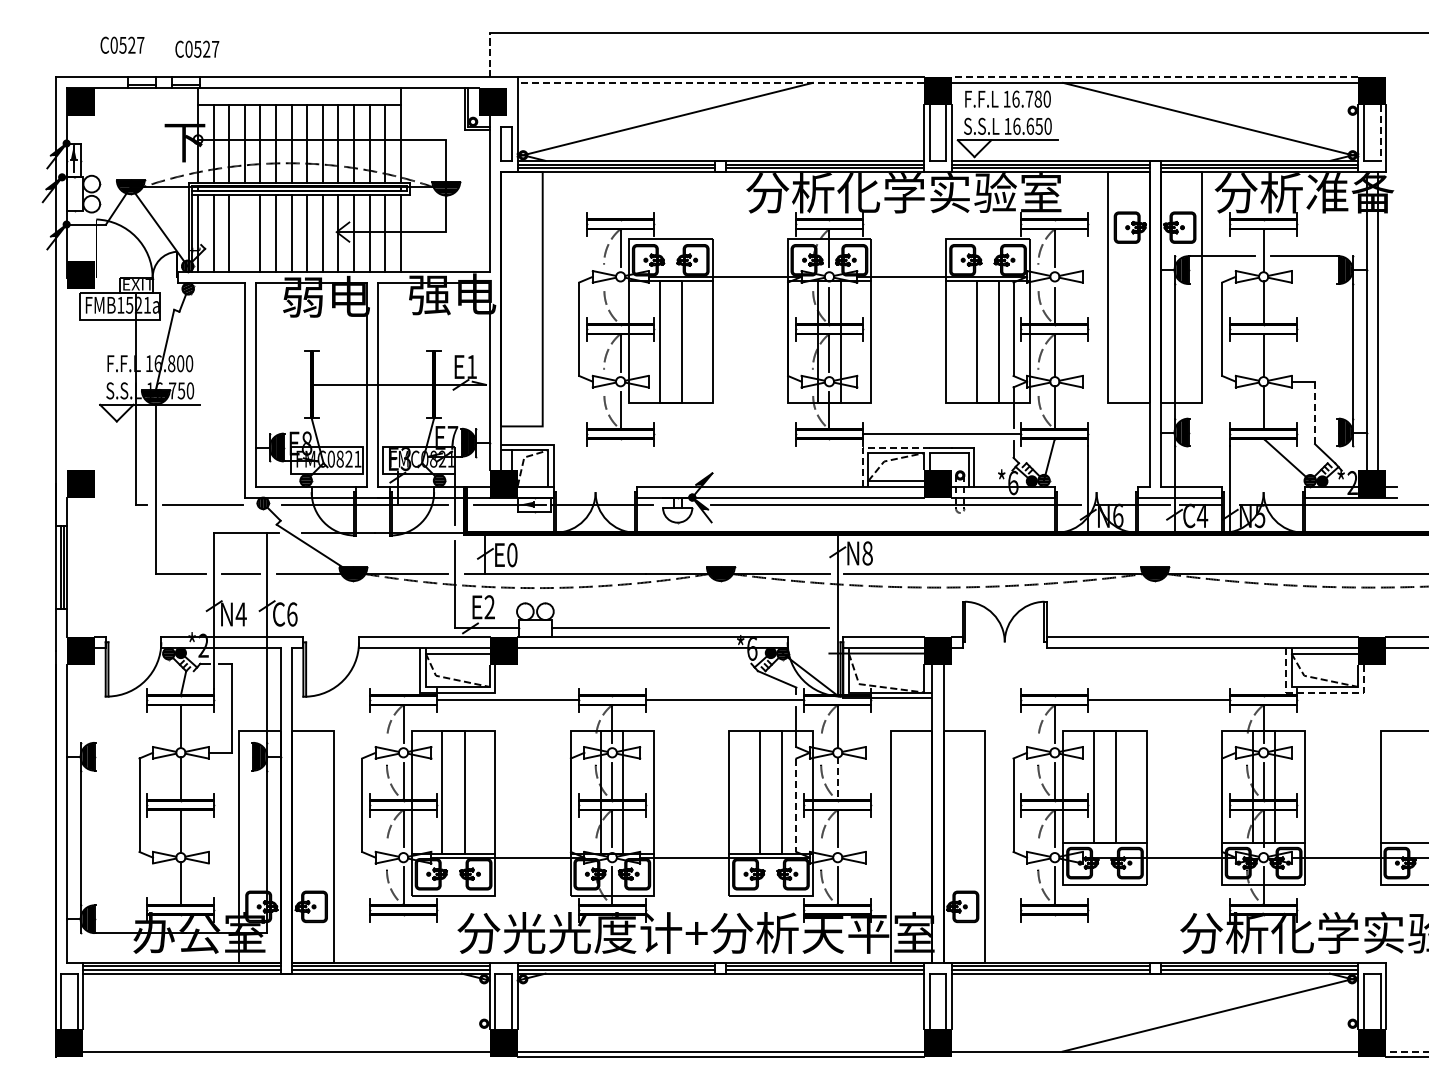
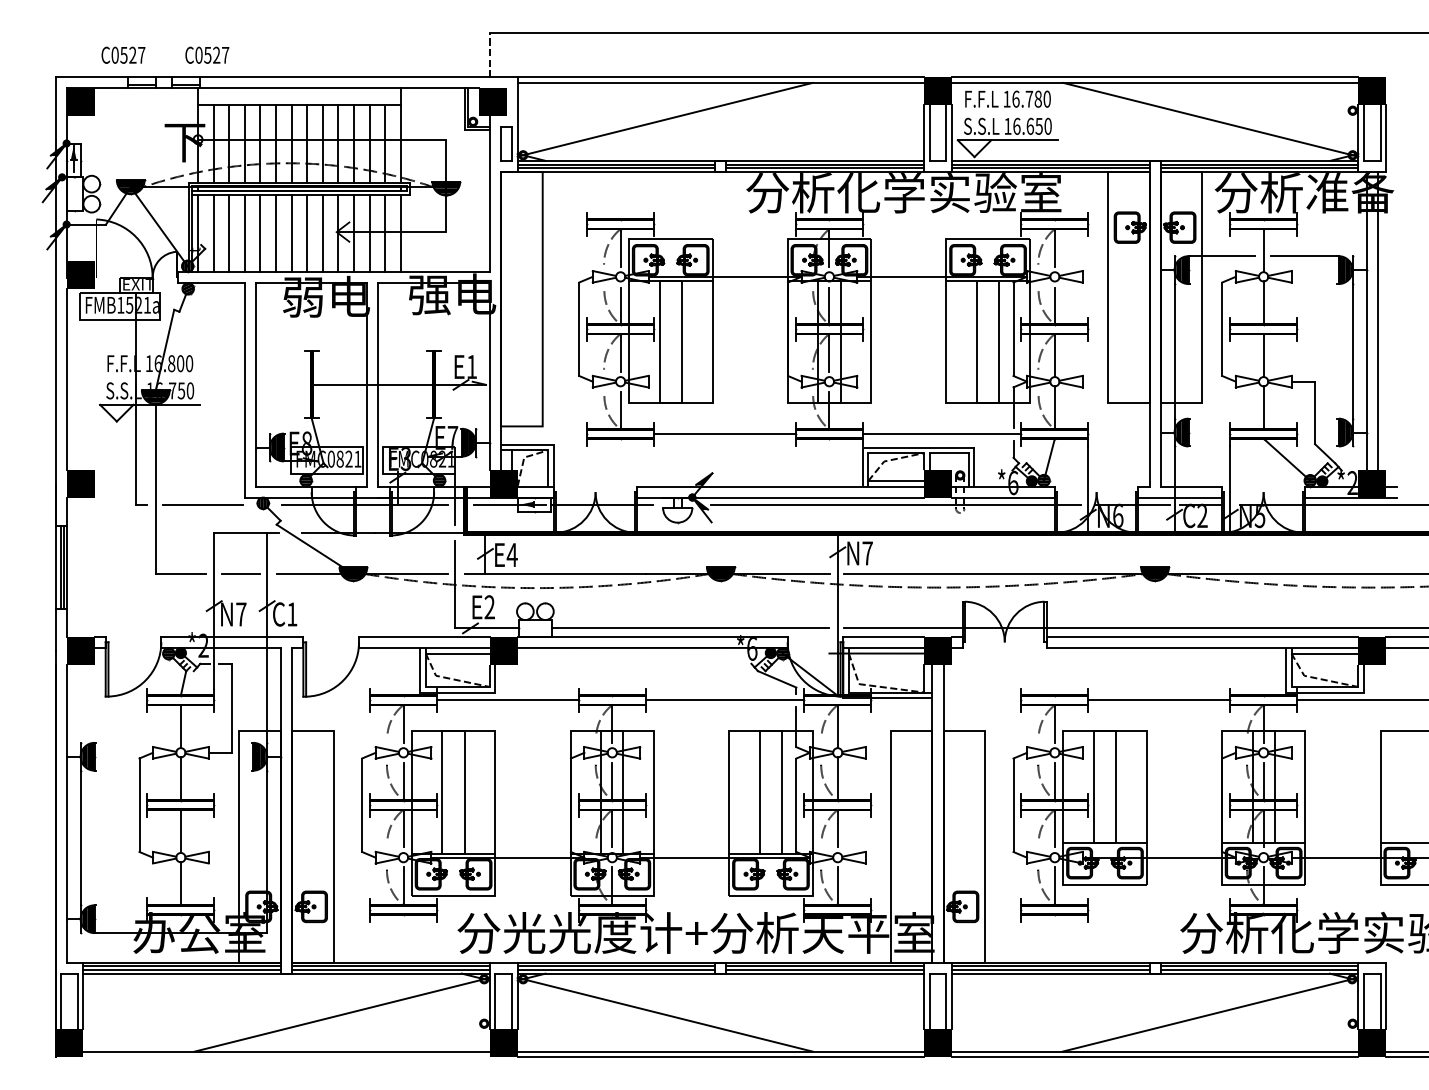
text at (122, 44) position: (122, 44) -> (123, 54)
text at (197, 48) position: (197, 48) -> (207, 54)
line at (1154, 77): dashed -> solid
line at (720, 82): dashed -> solid
line at (1380, 133): dashed -> solid
line at (244, 233): none -> present
line at (620, 305): none -> present
line at (66, 378): none -> present
line at (1315, 412): dashed -> solid
line at (725, 434): none -> present
line at (875, 447): dashed -> solid
text at (1202, 515): C4 -> C2
text at (867, 553): N8 -> N7
text at (511, 554): E0 -> E4
text at (240, 614): N4 -> N7
text at (292, 614): C6 -> C1
line at (1134, 628): none -> present
line at (1315, 692): dashed -> solid
line at (1361, 700): none -> present
line at (837, 779): dashed -> solid
line at (796, 805): dashed -> solid
line at (341, 1014): none -> present
line at (664, 1014): none -> present
line at (1407, 1051): dashed -> solid
line at (1154, 1057): none -> present
